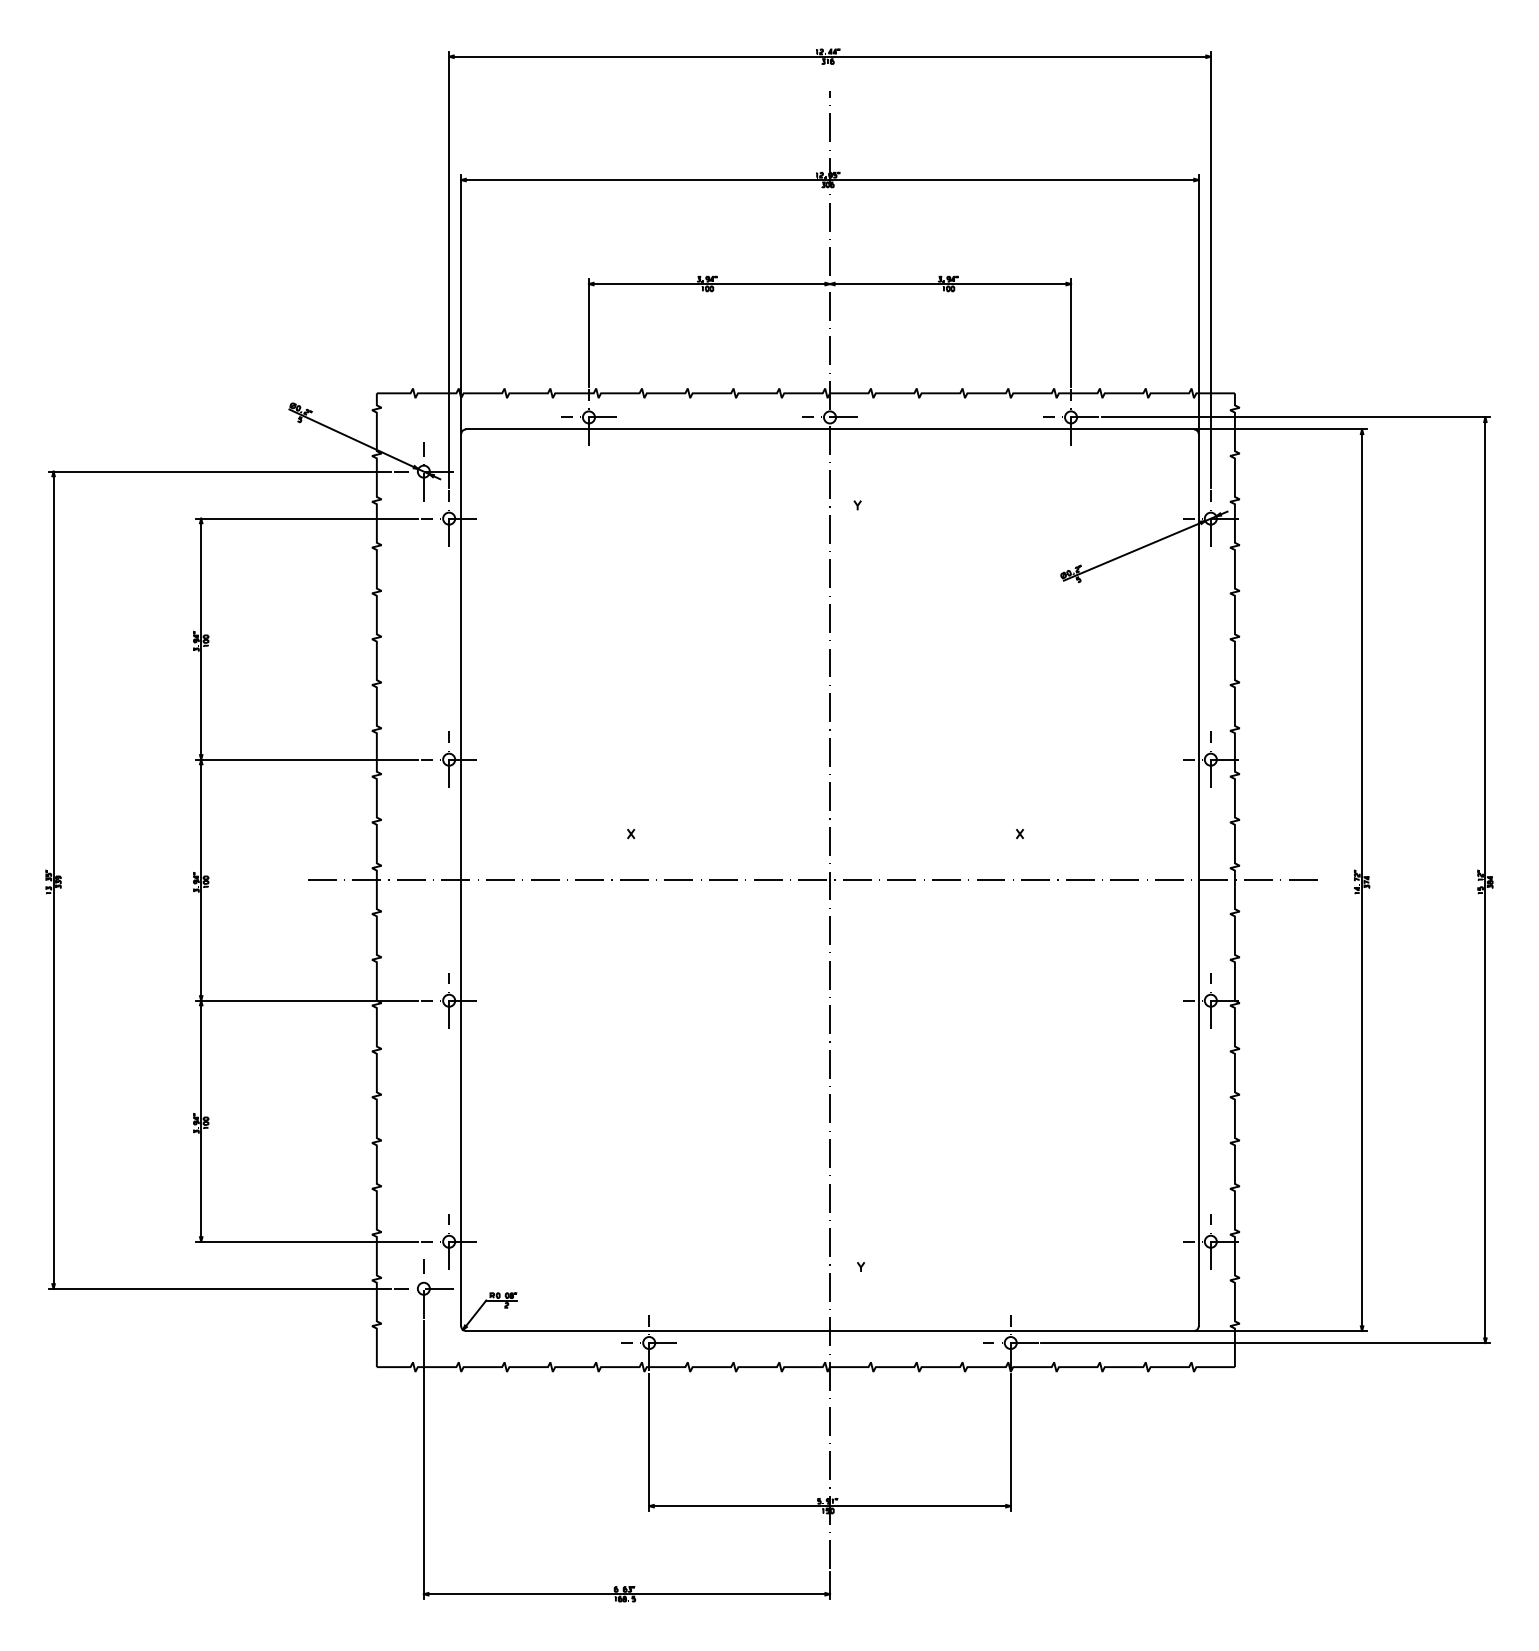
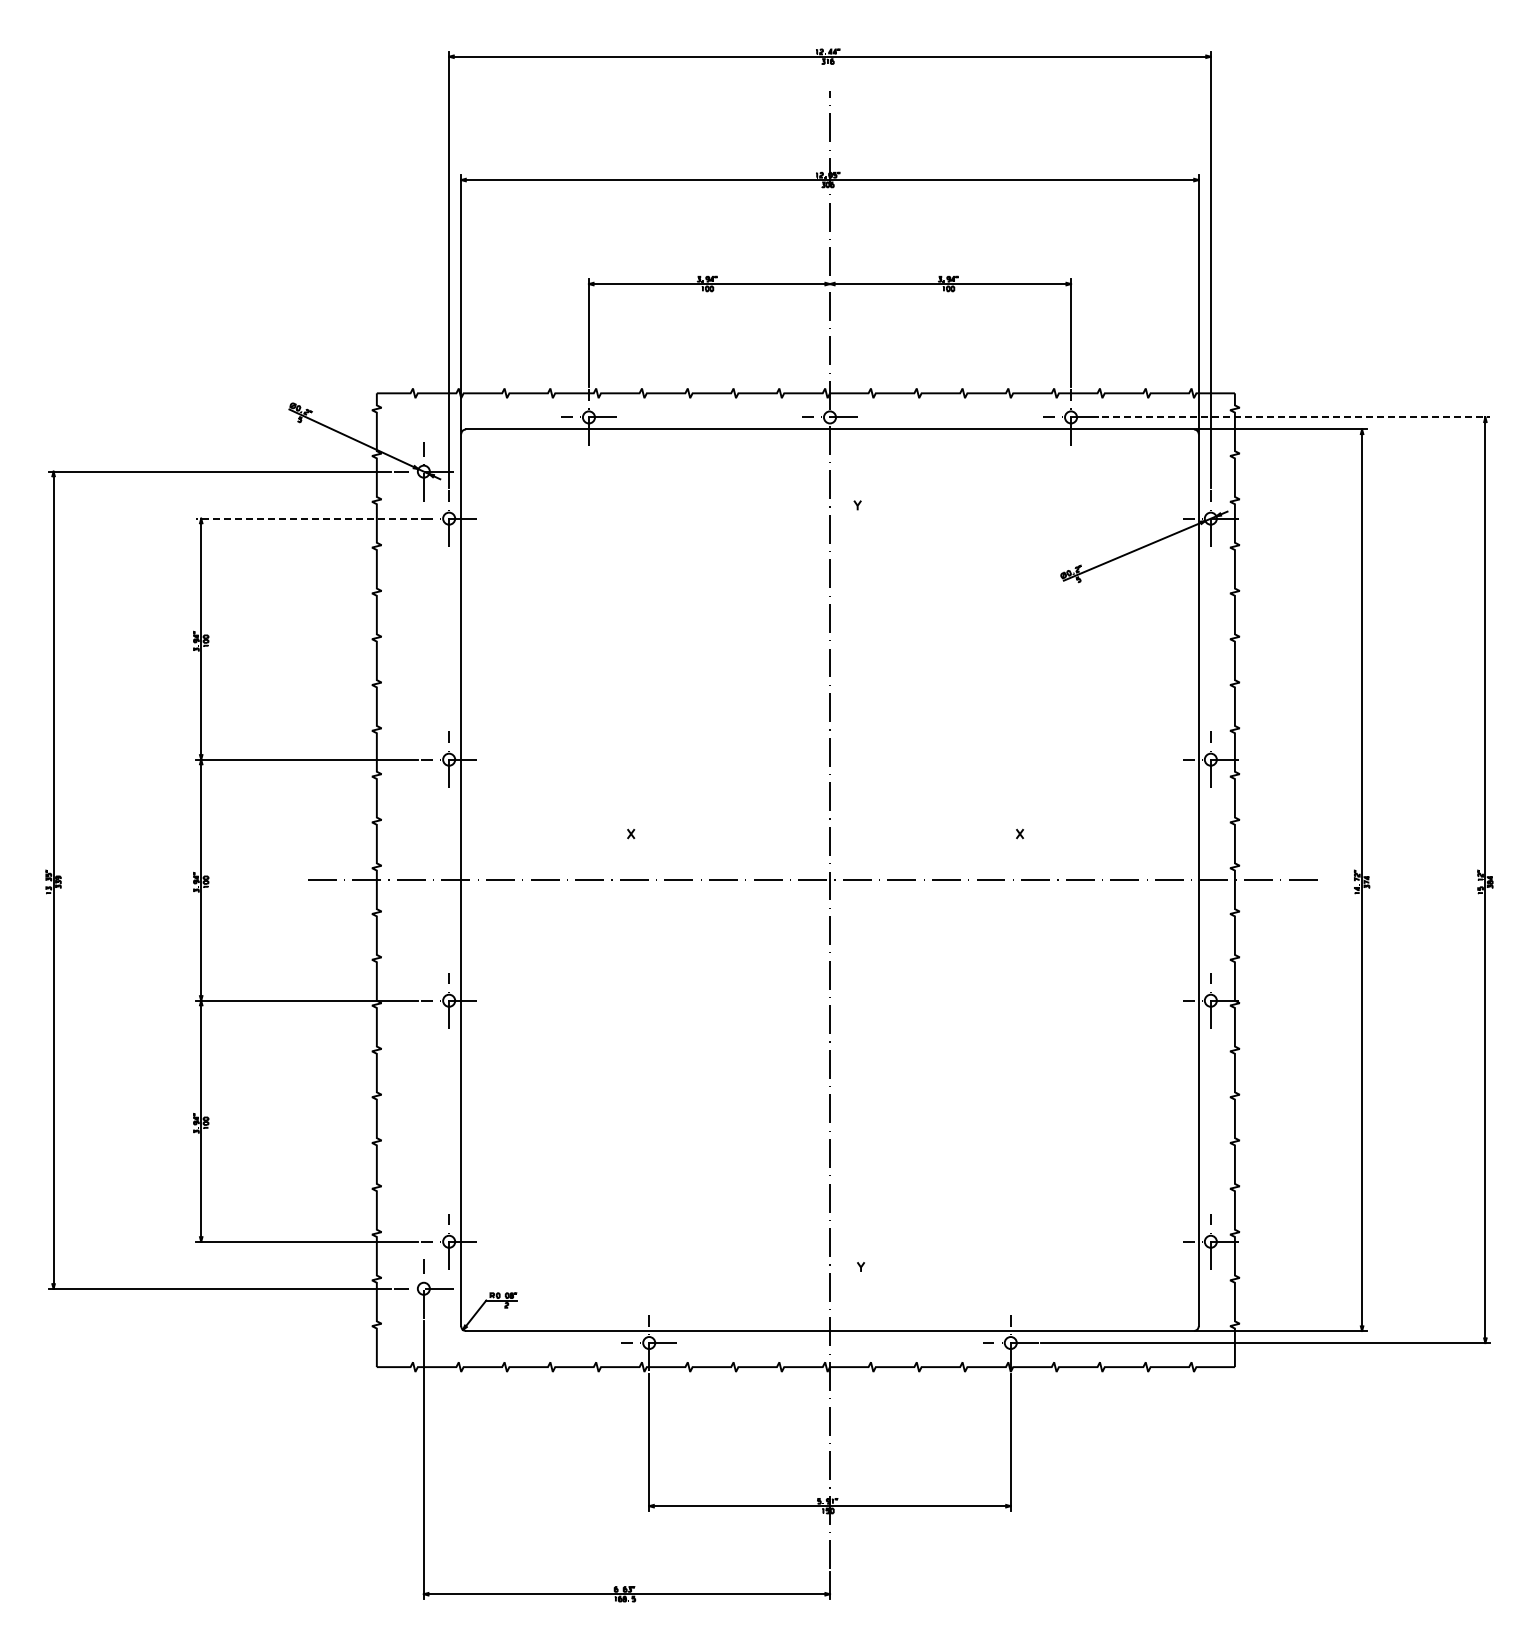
line at (1296, 417): solid -> dashed
line at (306, 518): solid -> dashed
